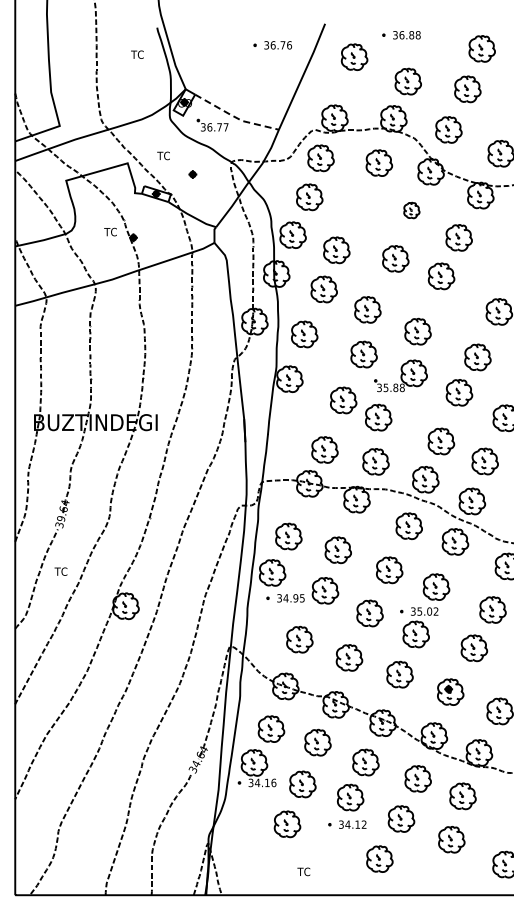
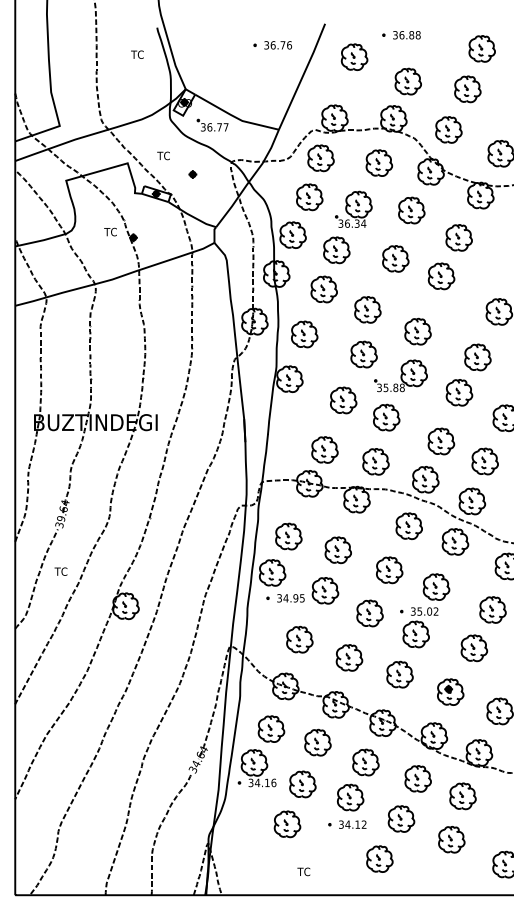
line at (235, 117): dashed -> solid
part at (353, 208): none -> present
part at (411, 210) size: 18x19 px -> 28x29 px
part at (378, 417) position: (378, 417) -> (386, 417)
